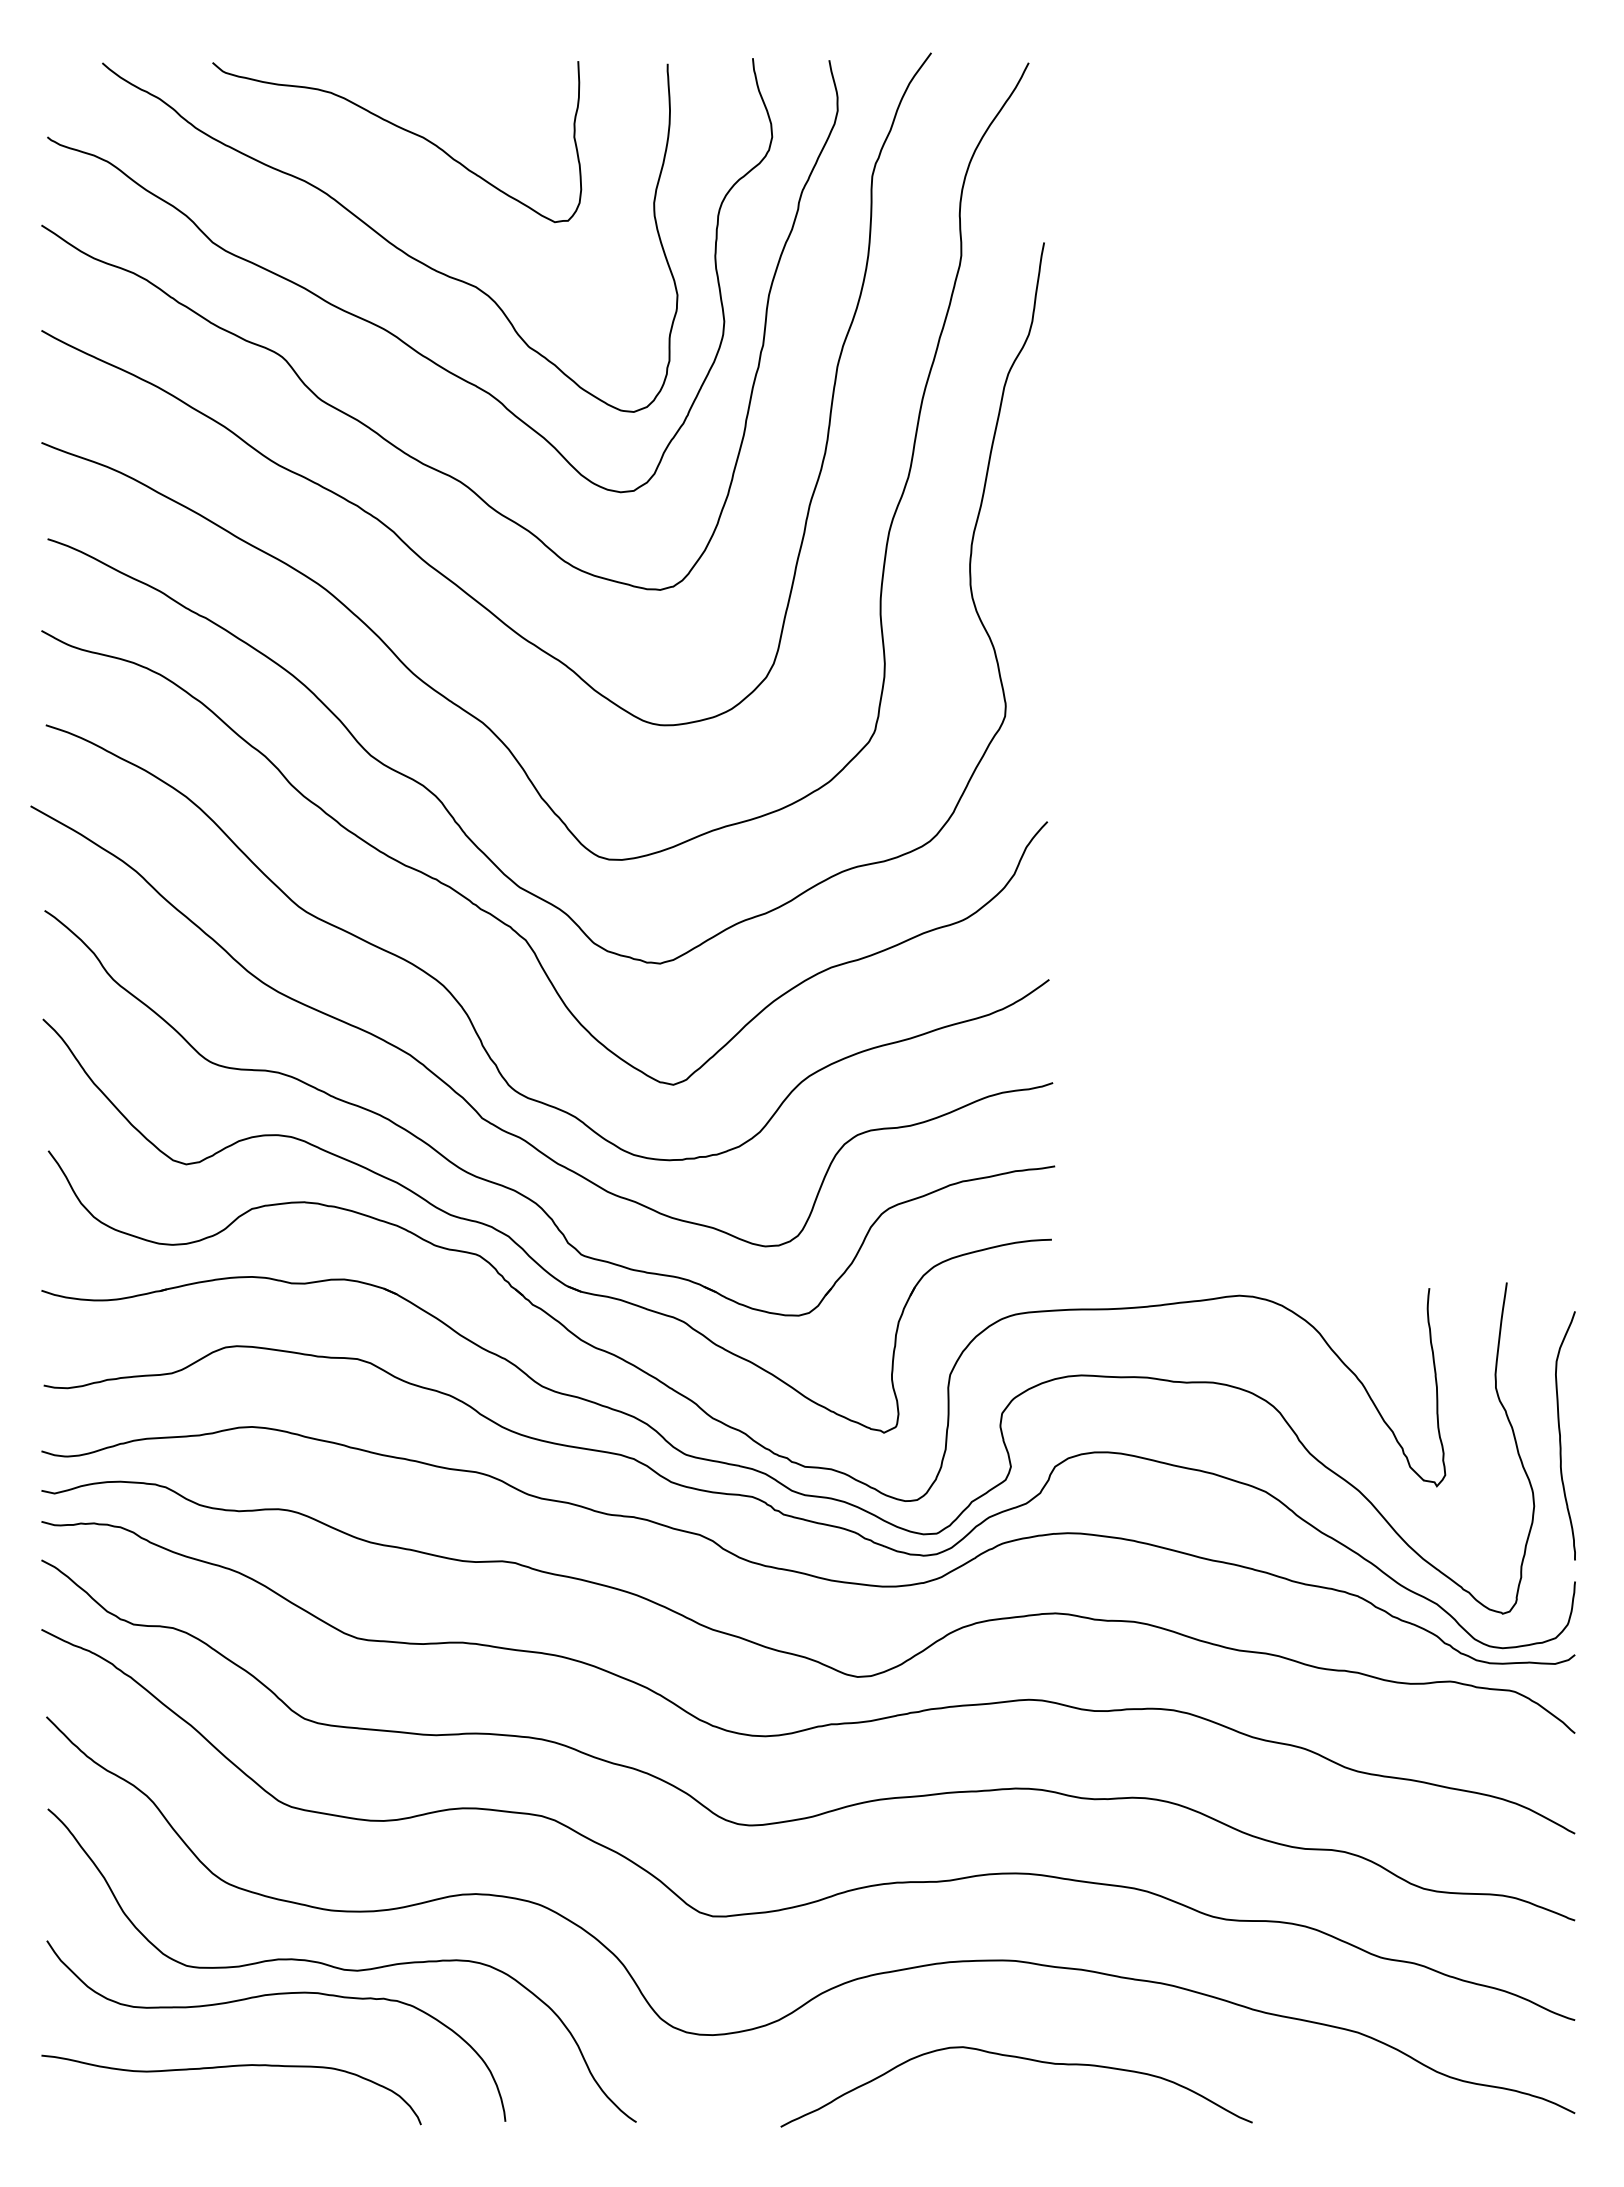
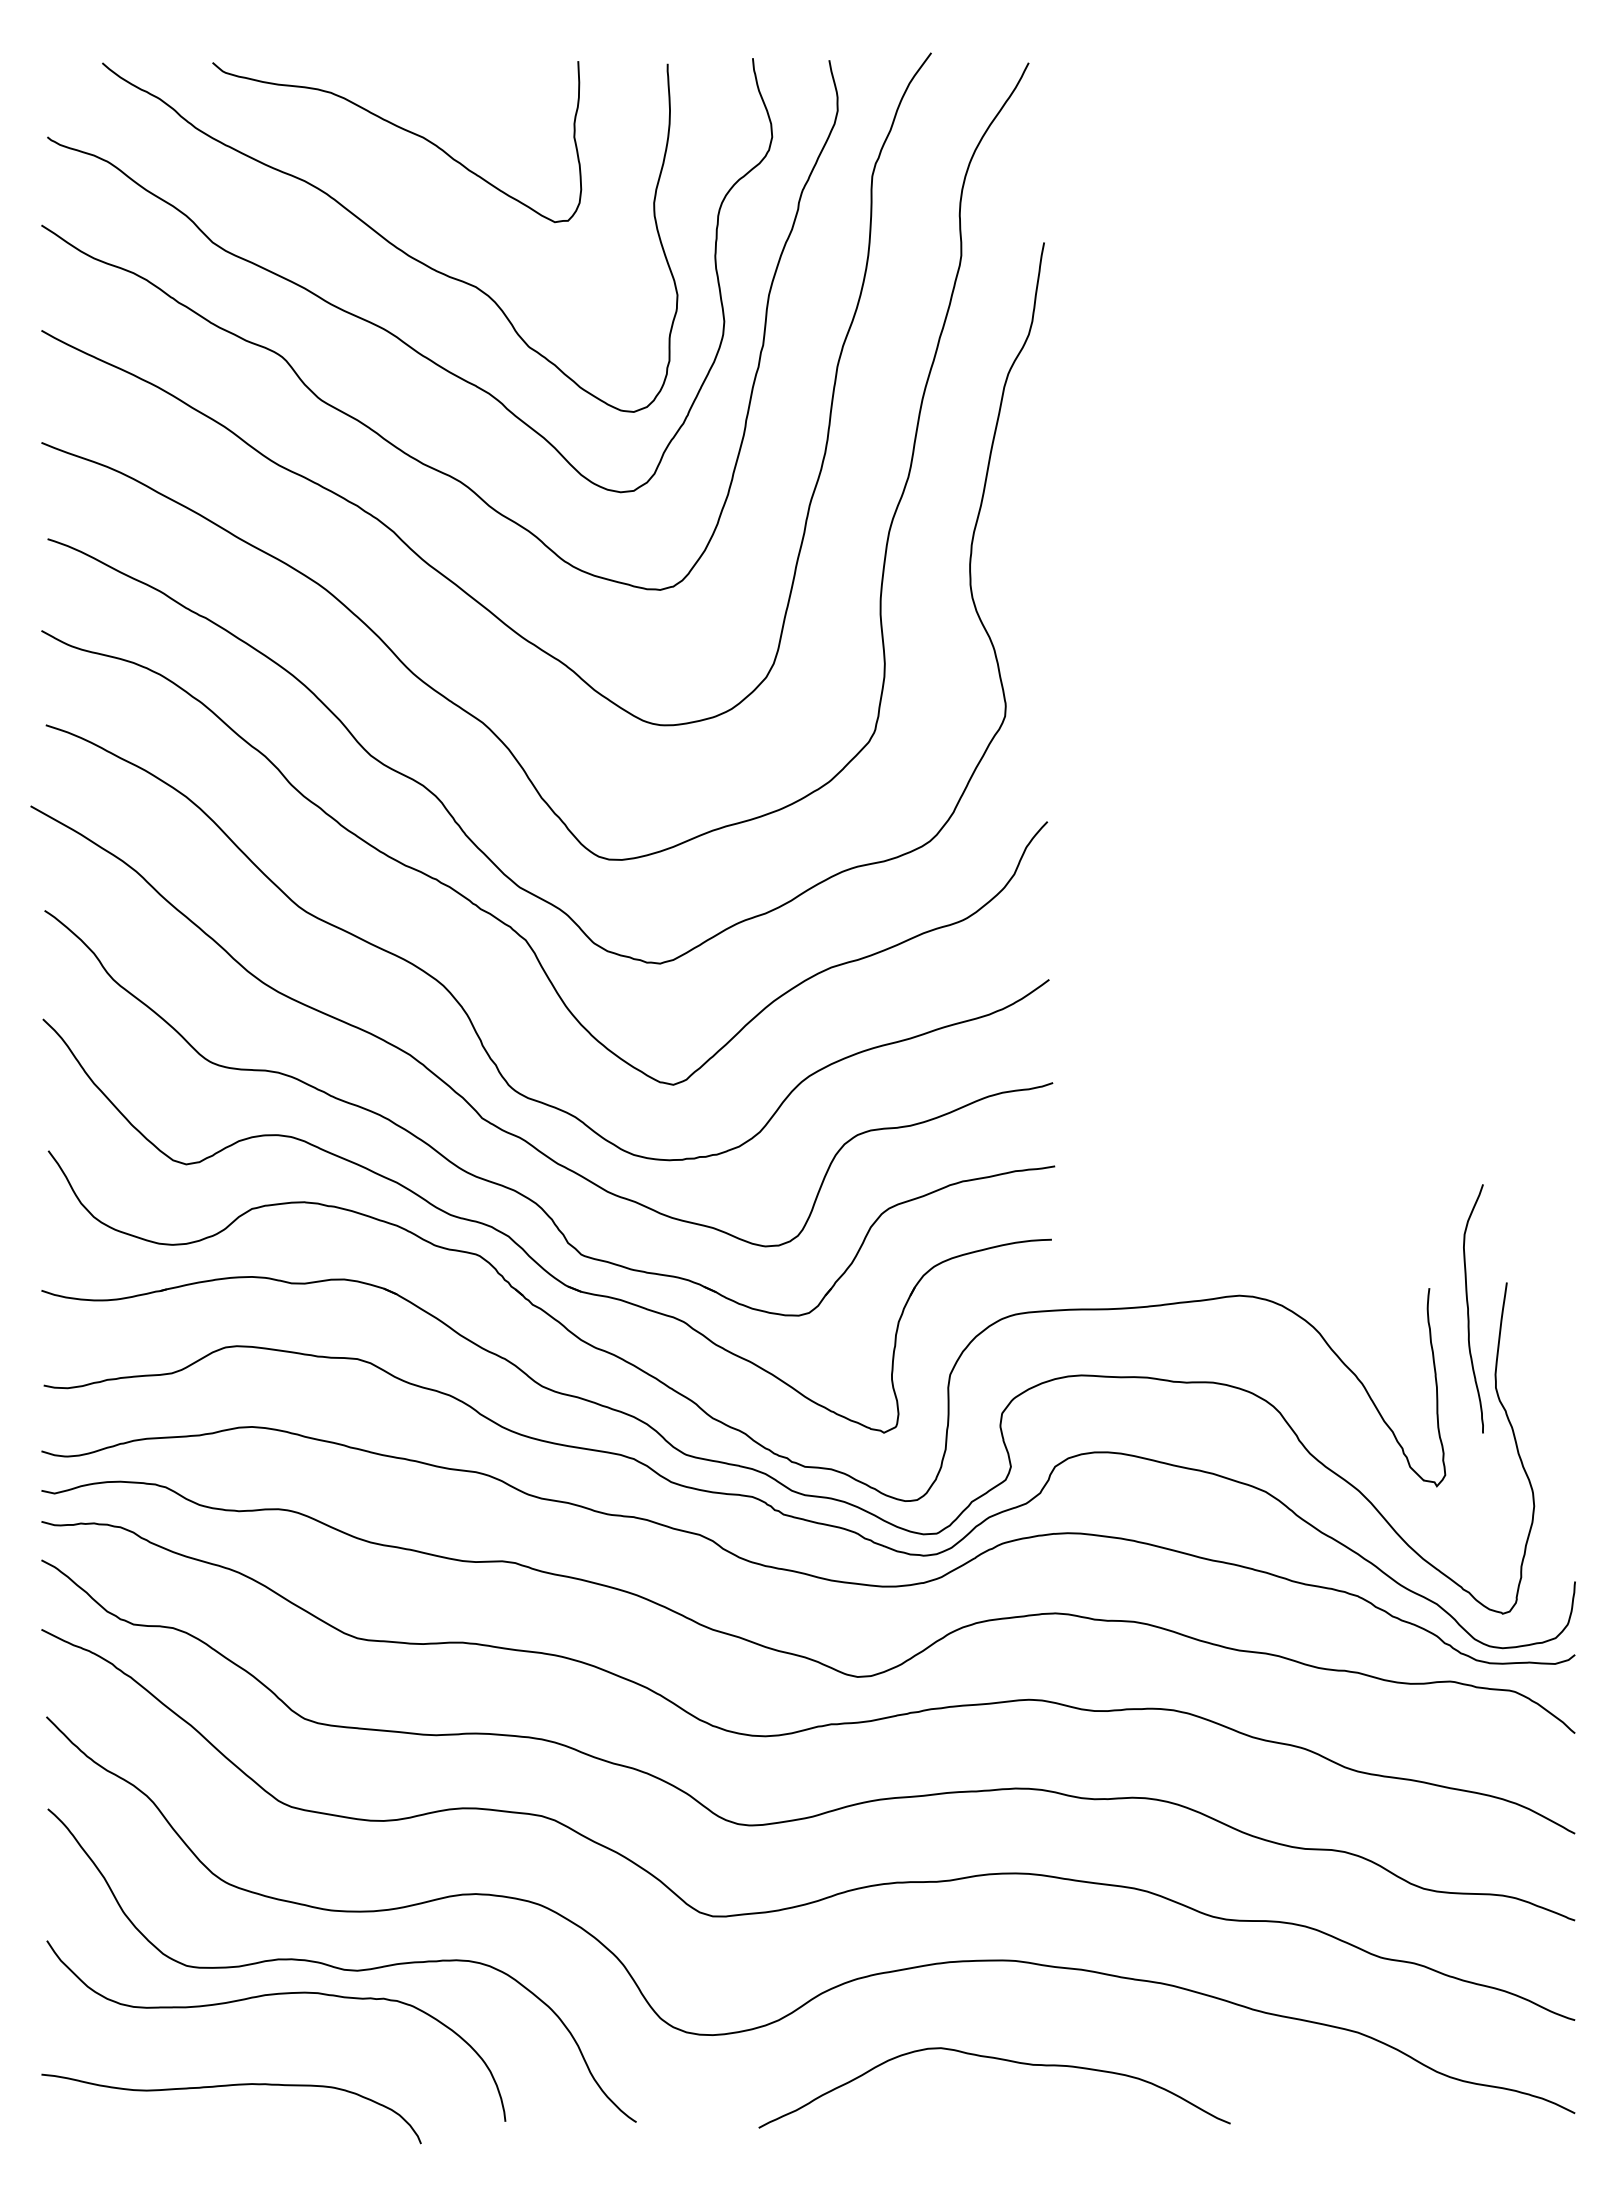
curve at (1560, 1435) position: (1560, 1435) -> (1468, 1308)
curve at (1023, 2059) position: (1023, 2059) -> (1001, 2060)
curve at (230, 2067) position: (230, 2067) -> (230, 2086)
